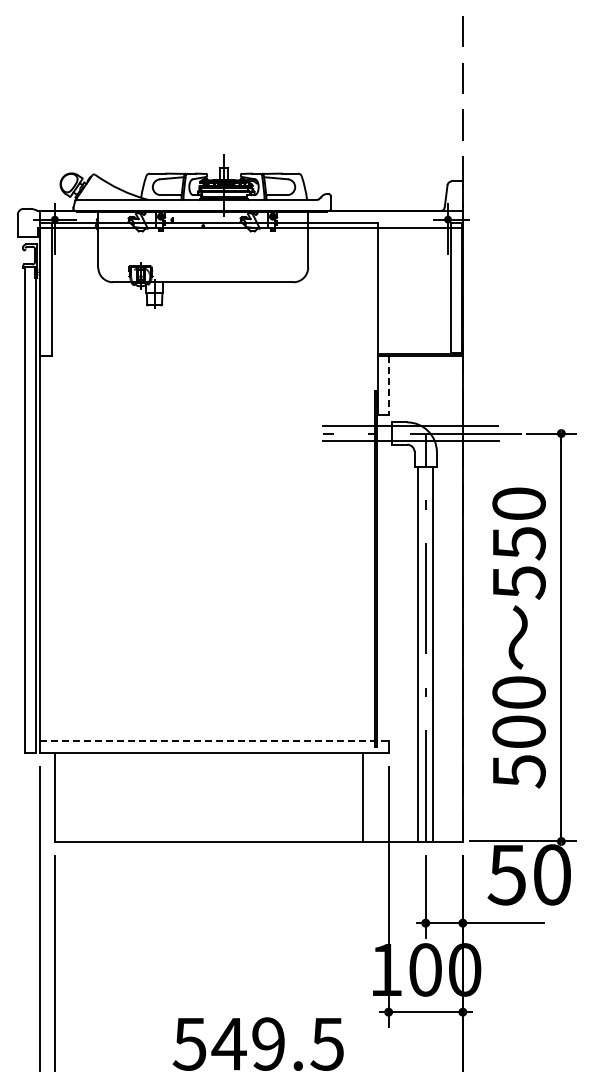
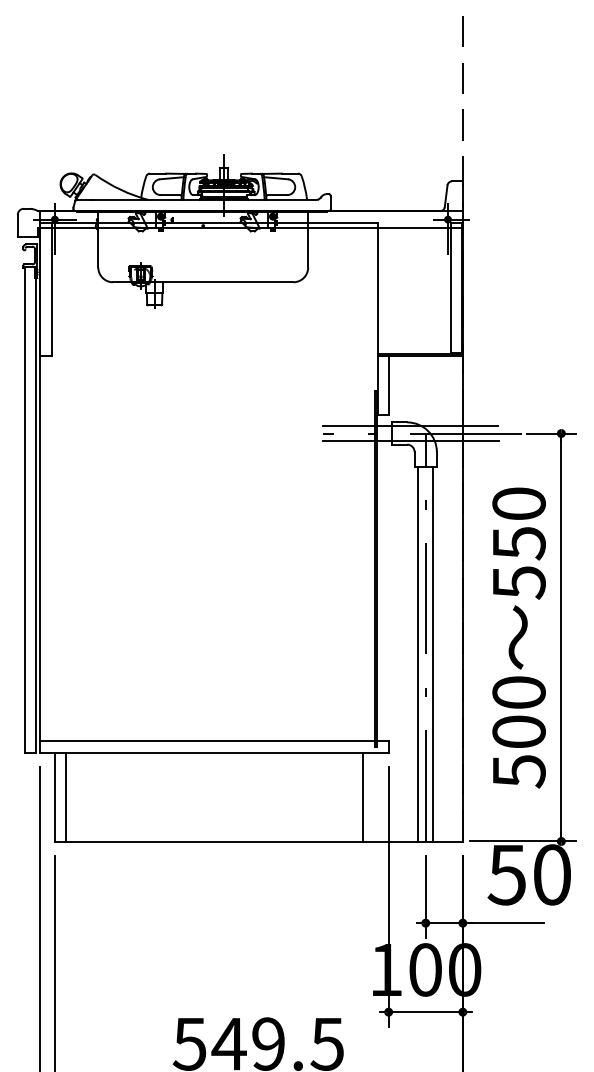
line at (388, 385): dashed -> solid
line at (214, 741): dashed -> solid
line at (66, 796): none -> present
